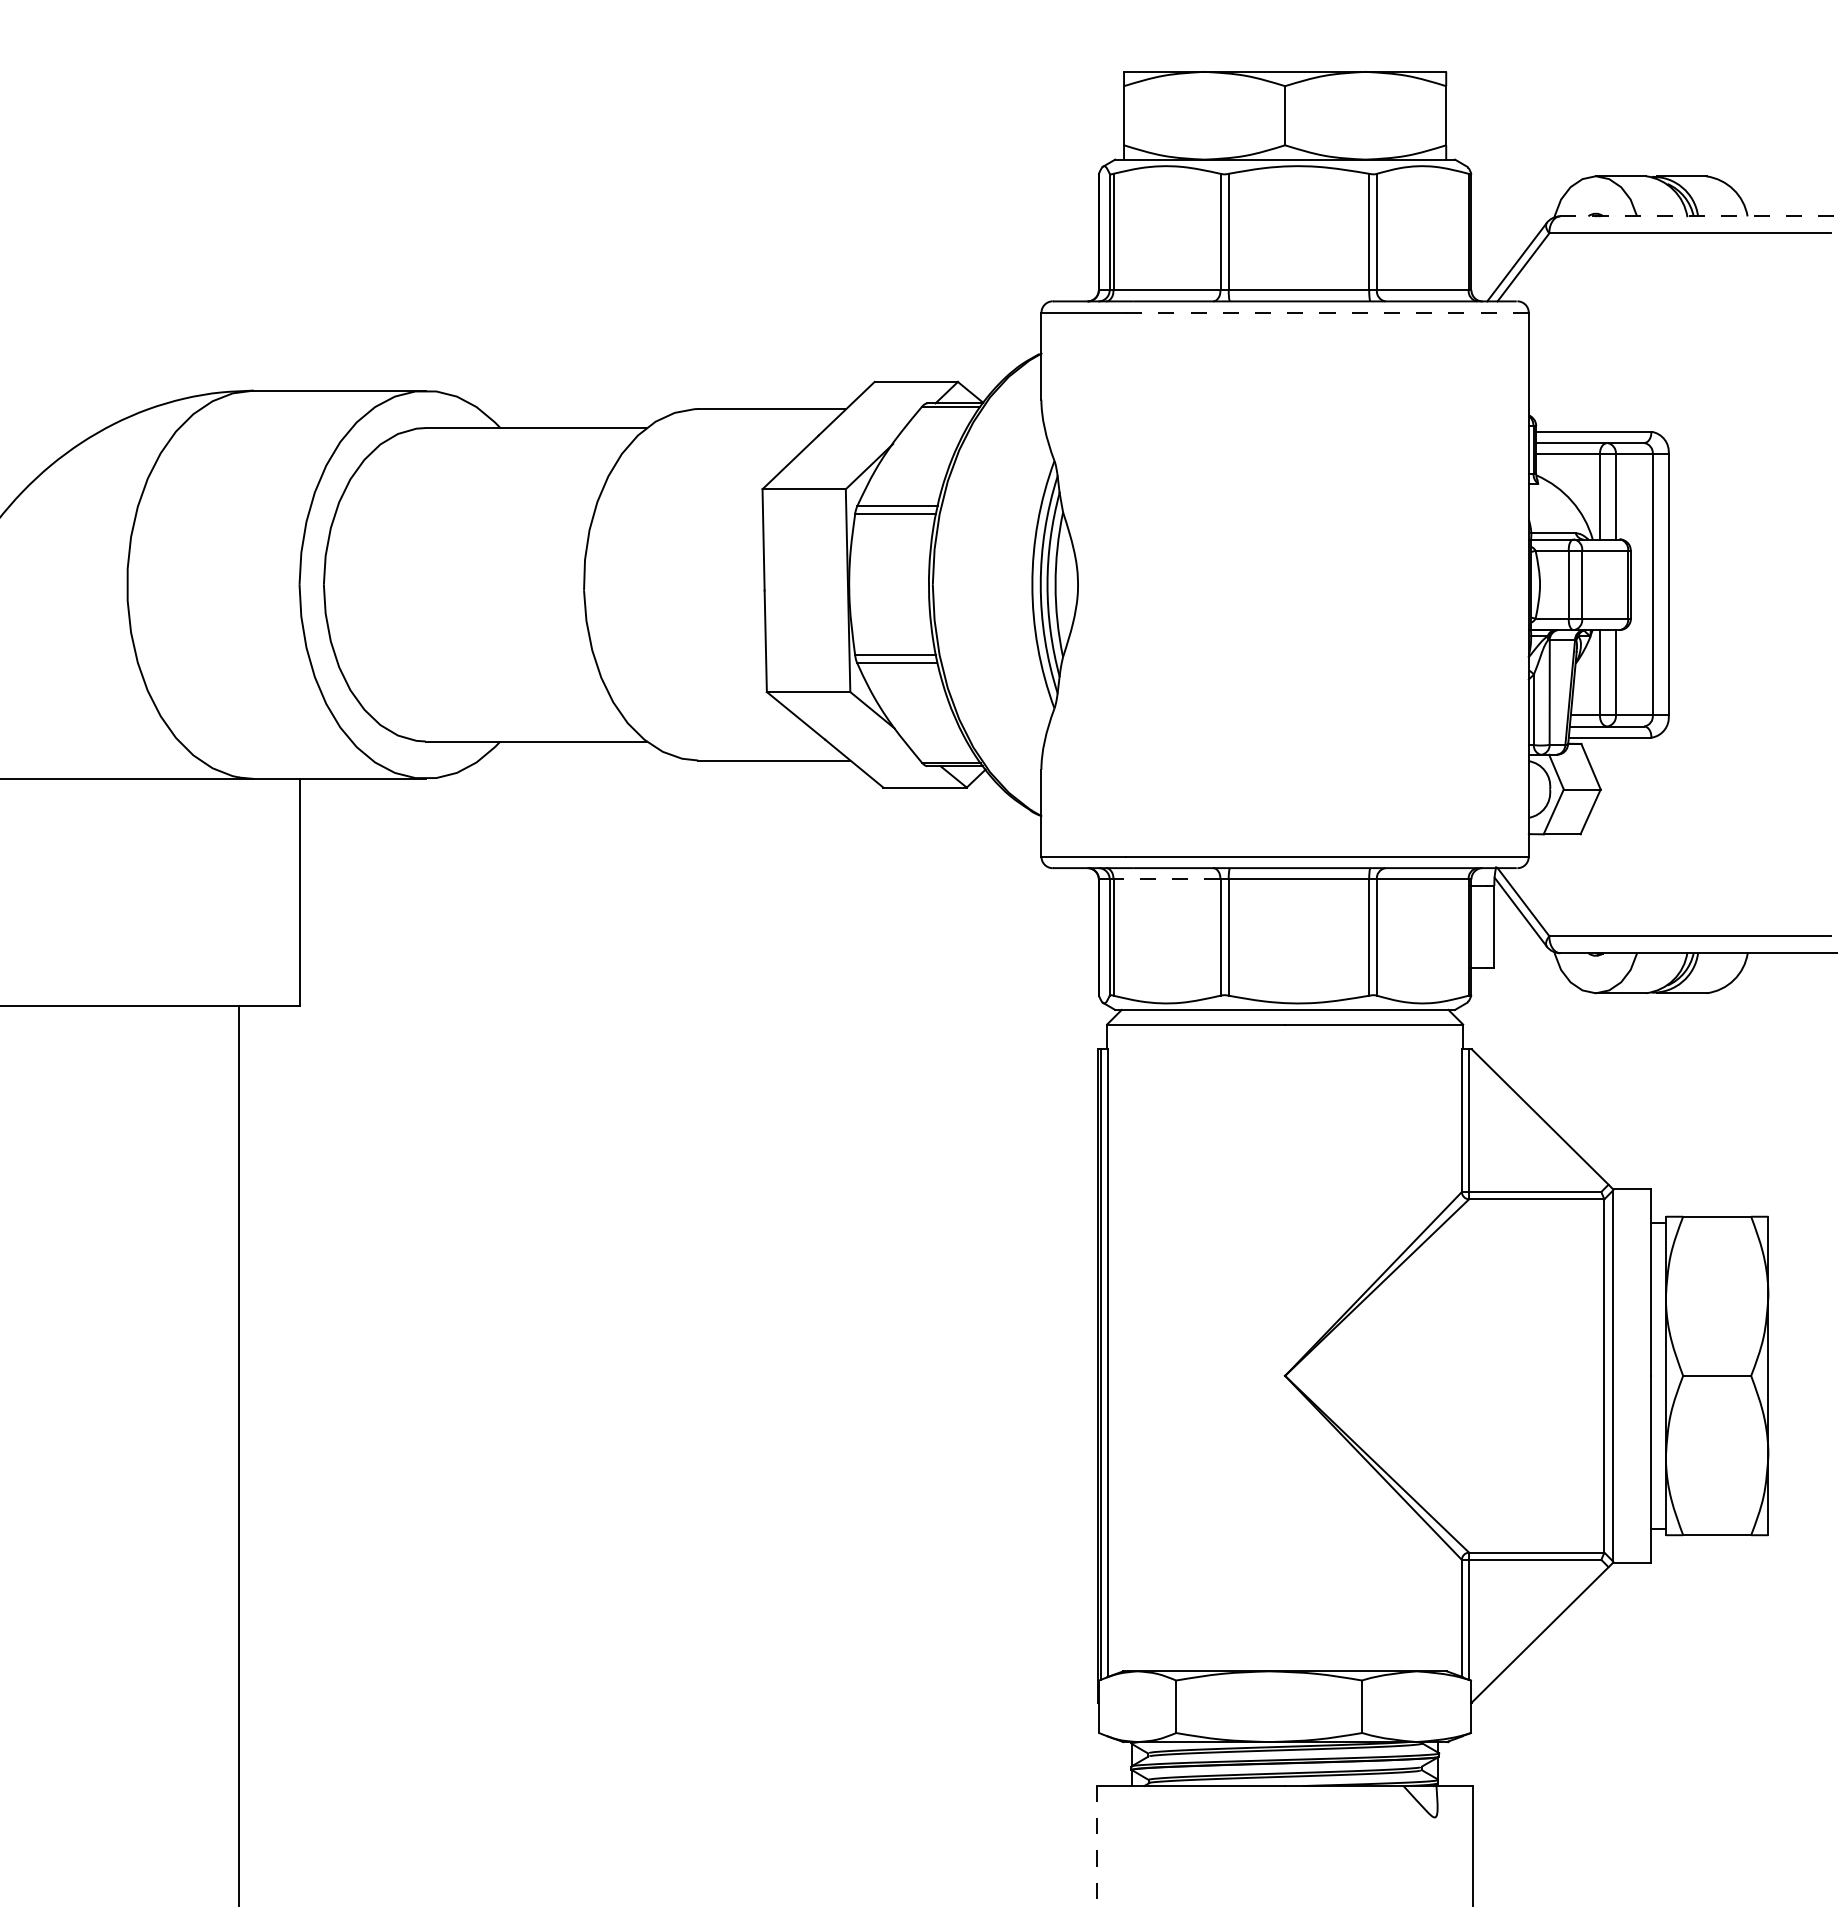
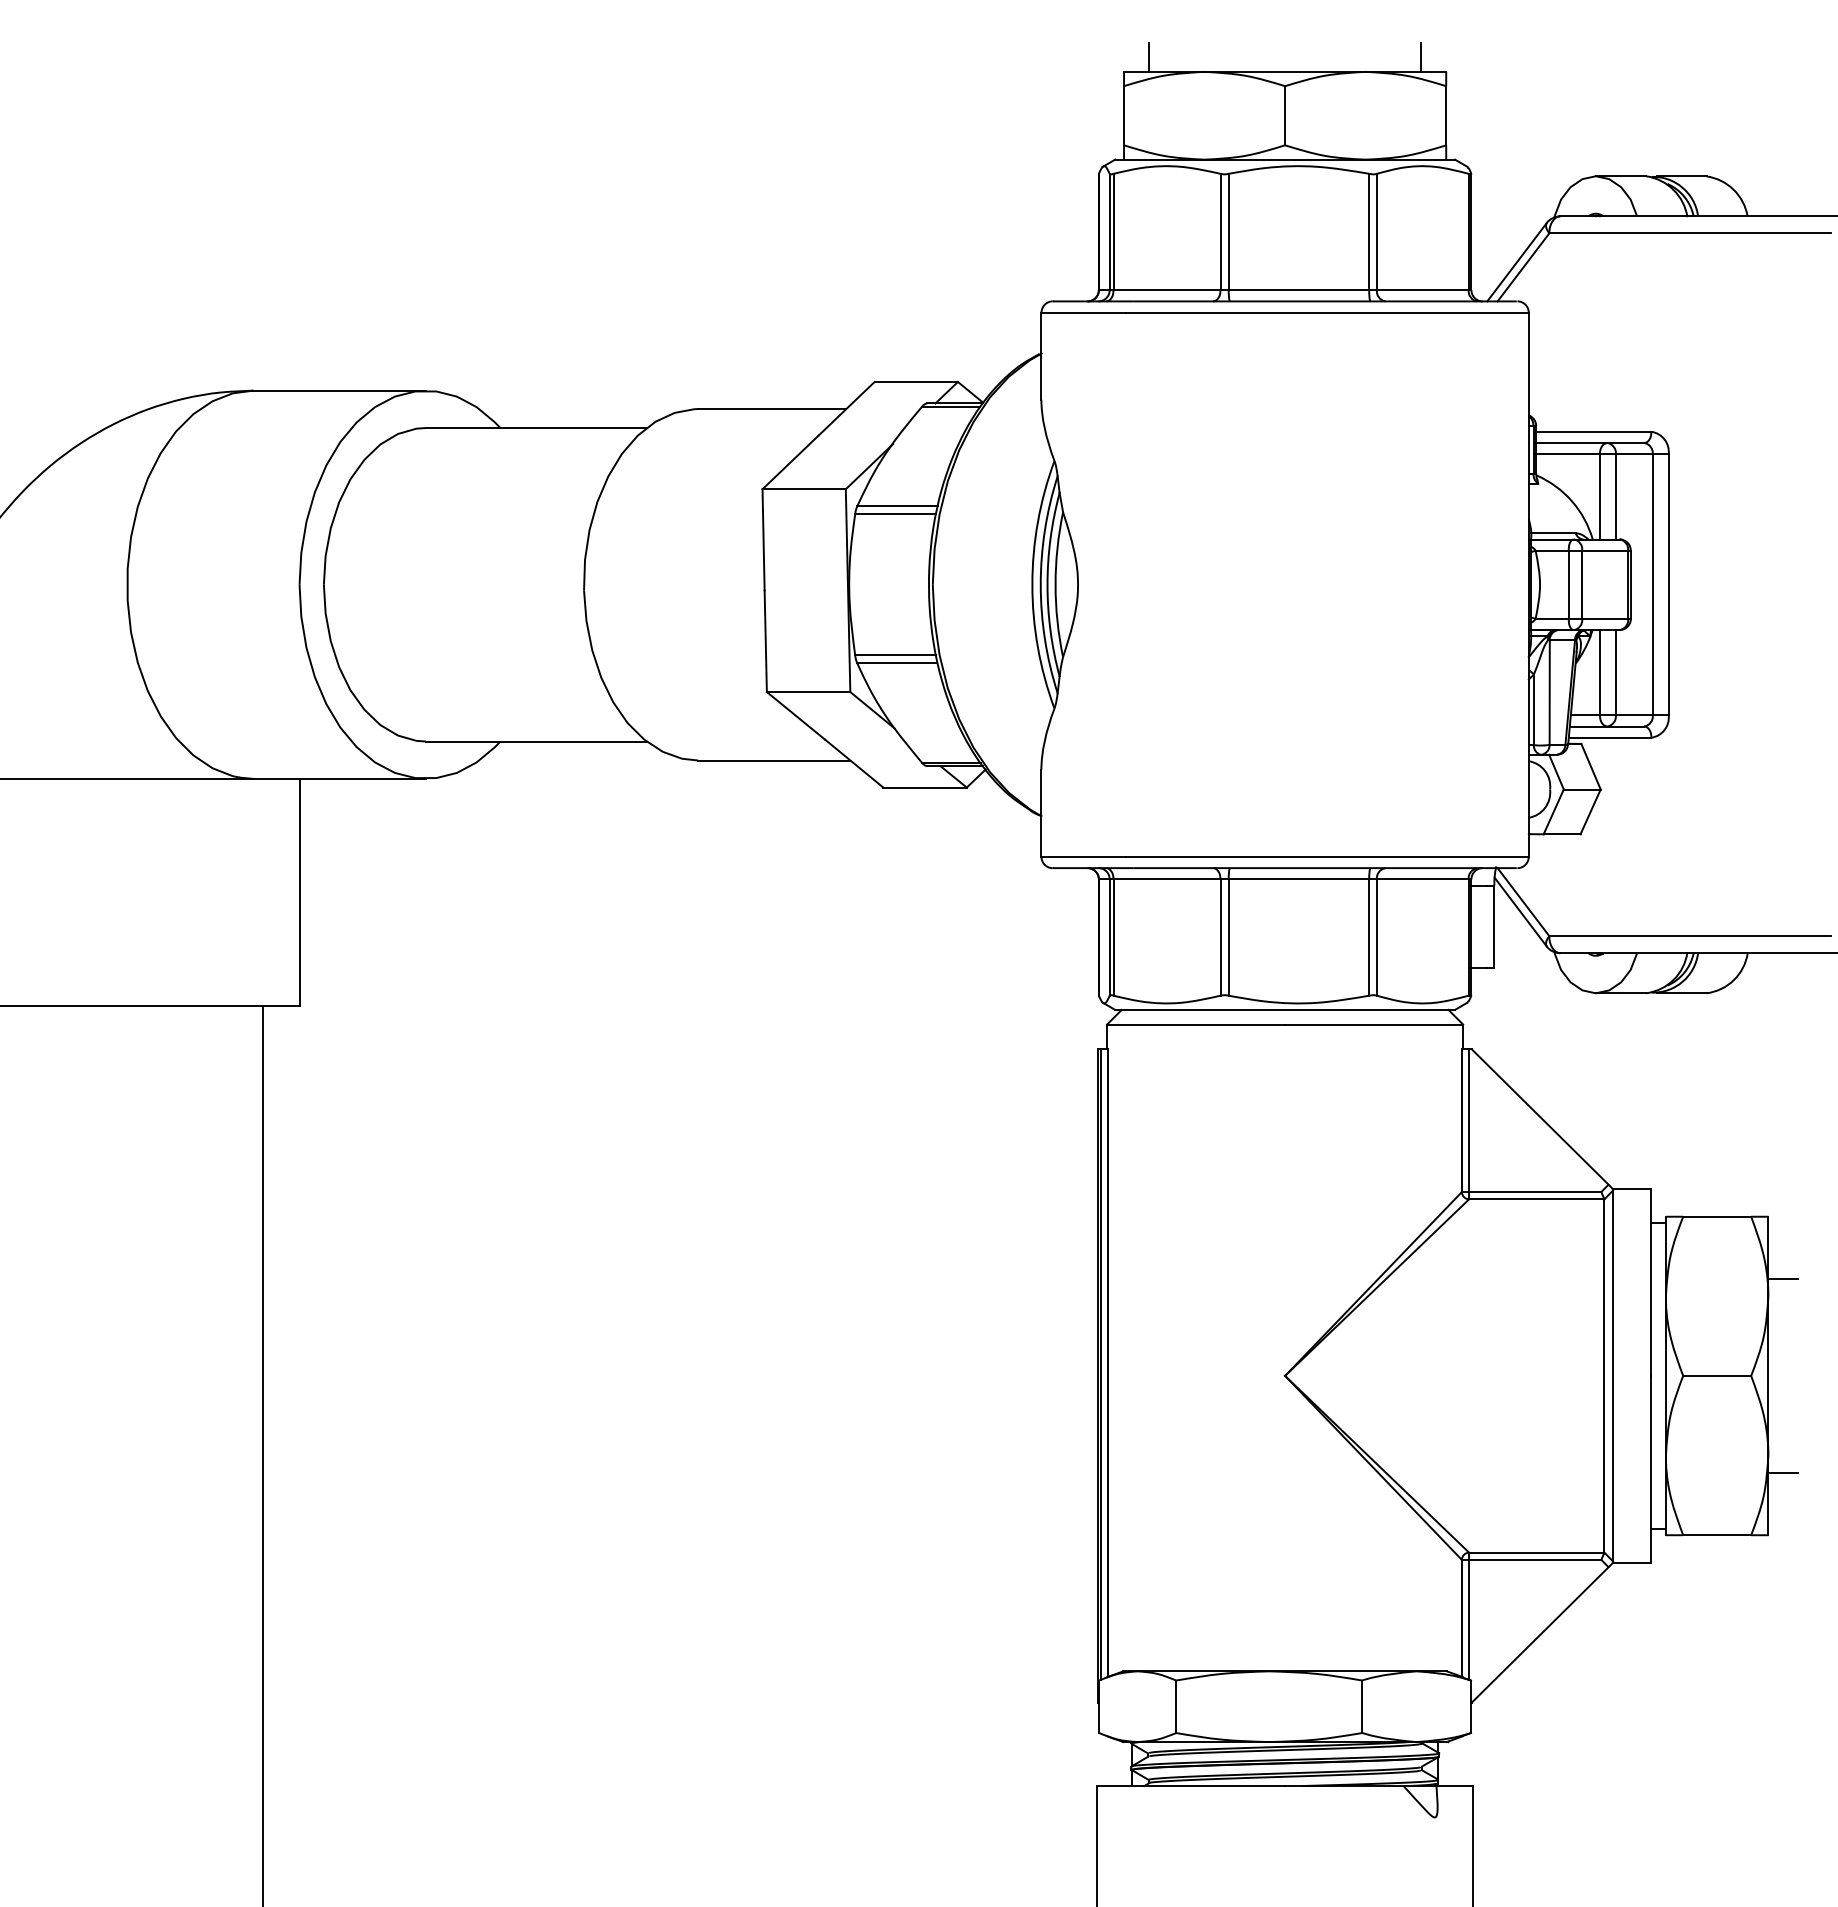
line at (1149, 56): none -> present
line at (1421, 56): none -> present
line at (1699, 216): dashed -> solid
line at (1327, 312): dashed -> solid
line at (1166, 879): dashed -> solid
line at (1782, 1279): none -> present
line at (238, 1454) position: (238, 1454) -> (262, 1454)
line at (1782, 1472): none -> present
line at (1097, 1846): dashed -> solid
